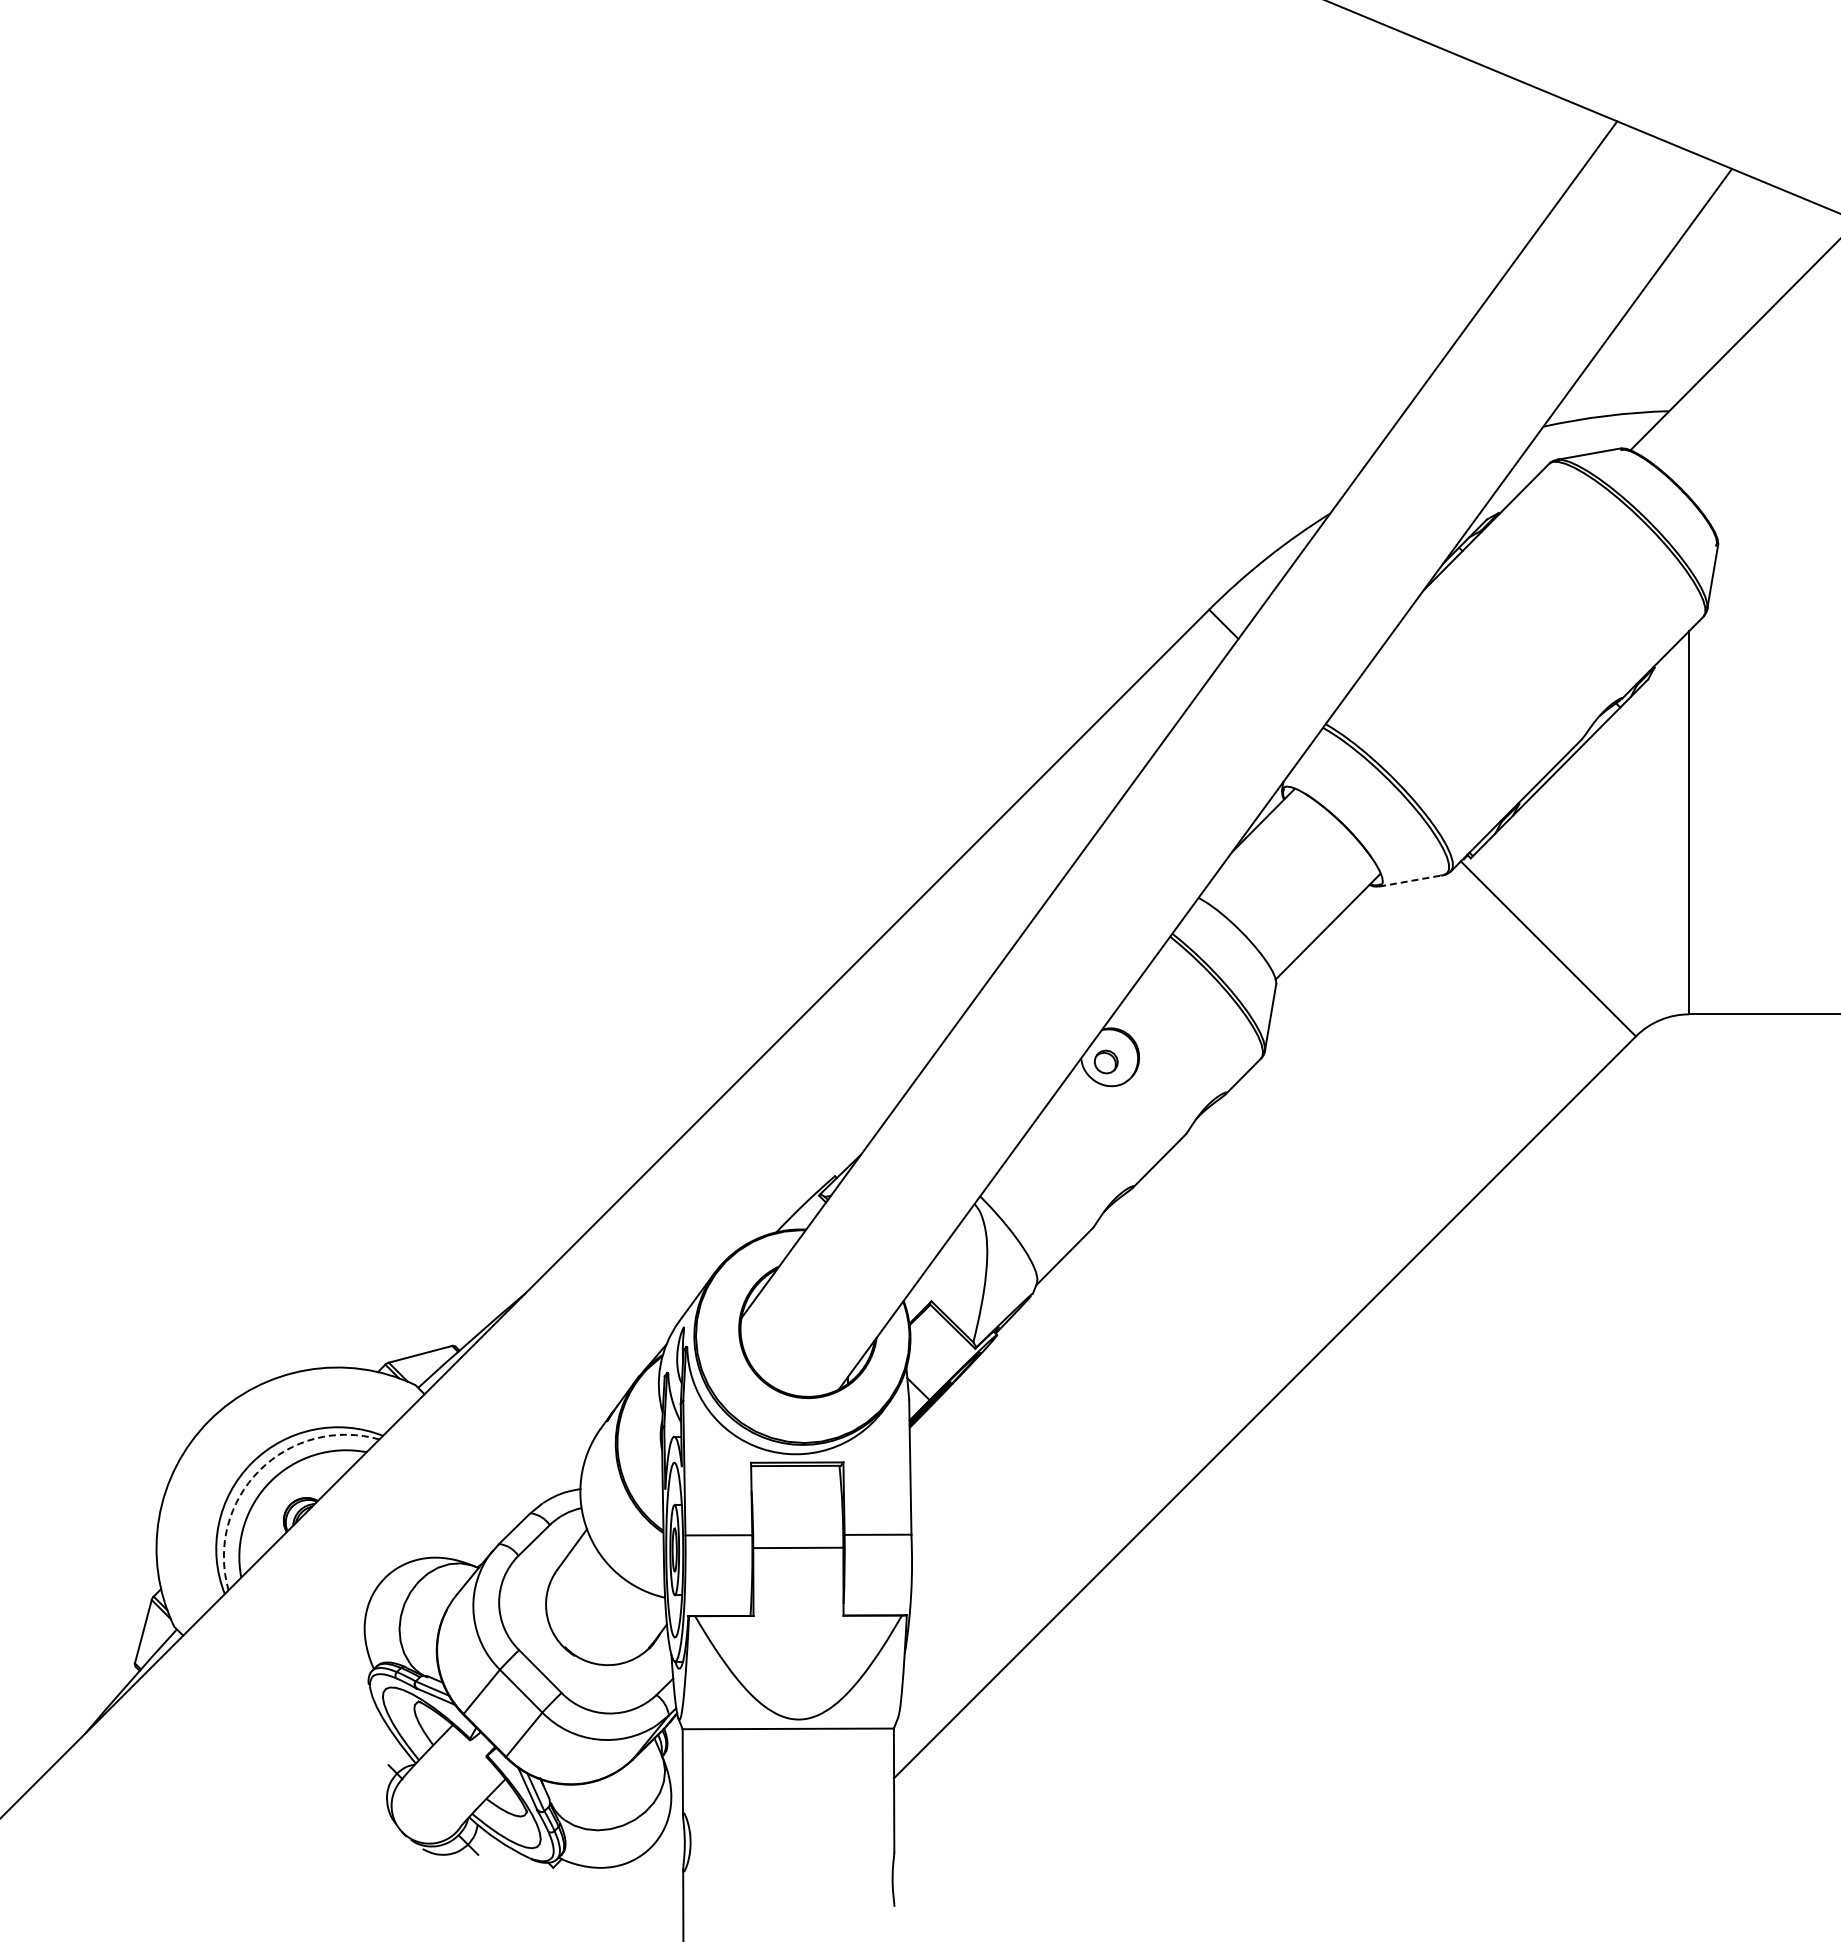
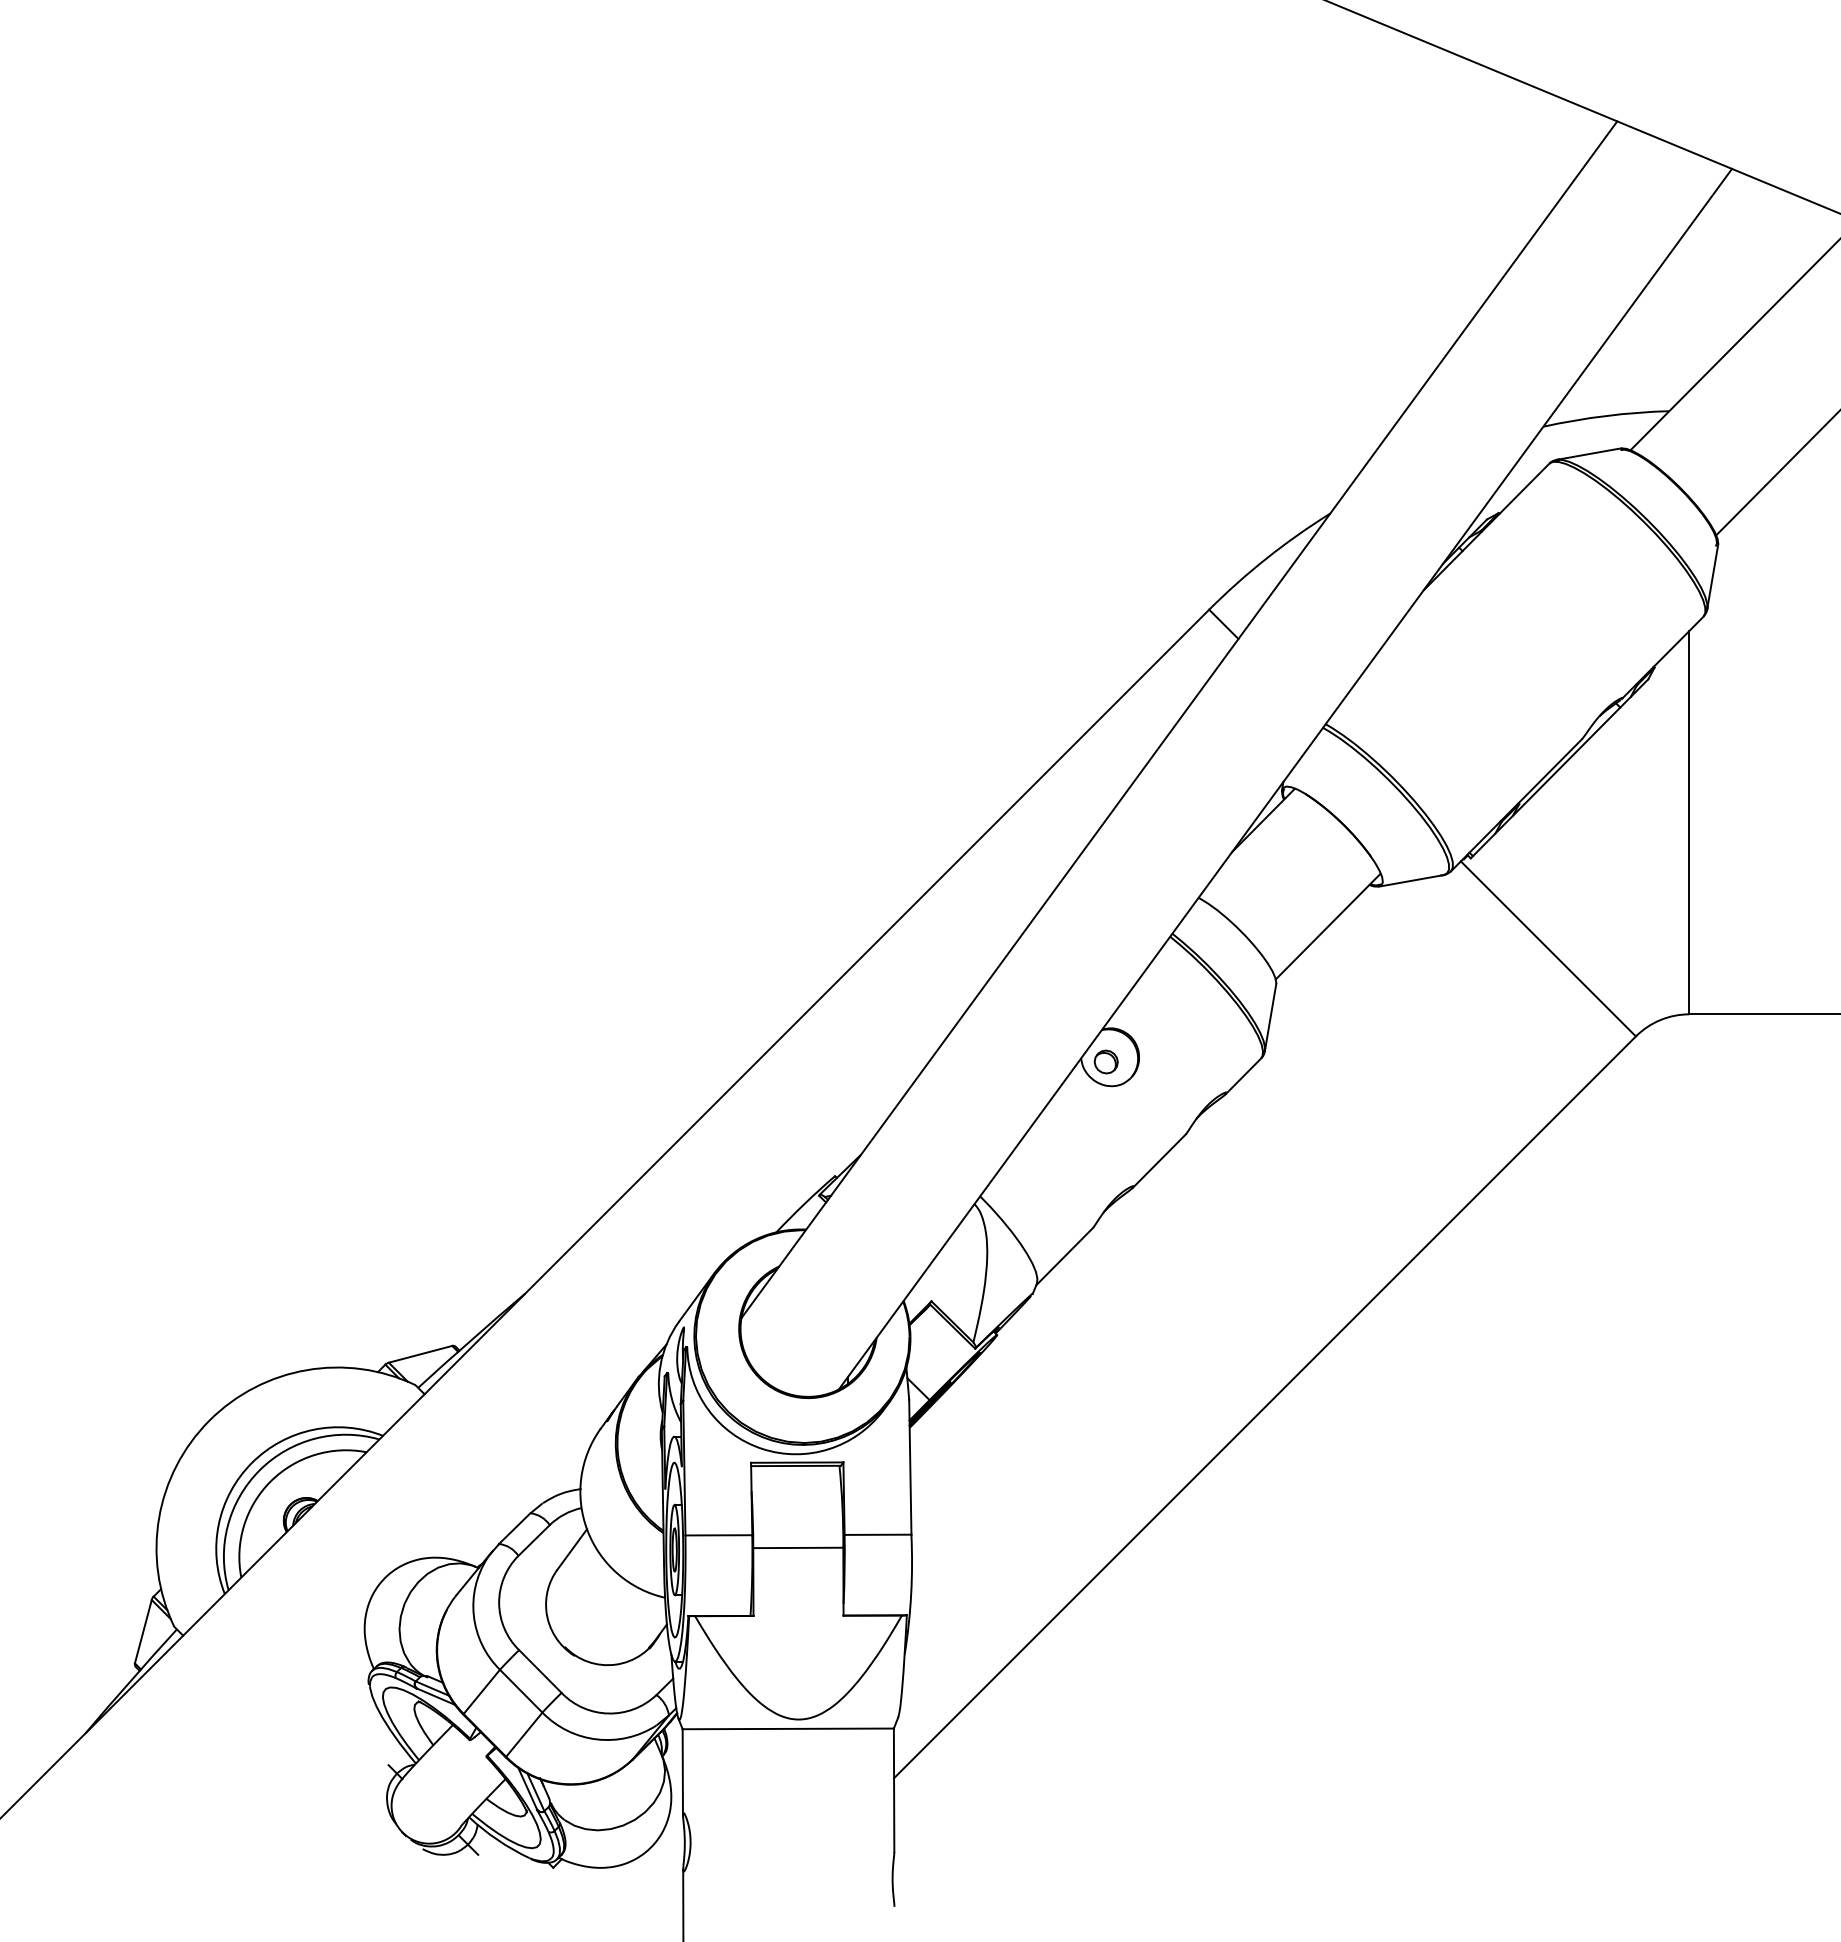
line at (1776, 474): none -> present
line at (1411, 880): dashed -> solid
arc at (259, 1470): dashed -> solid
